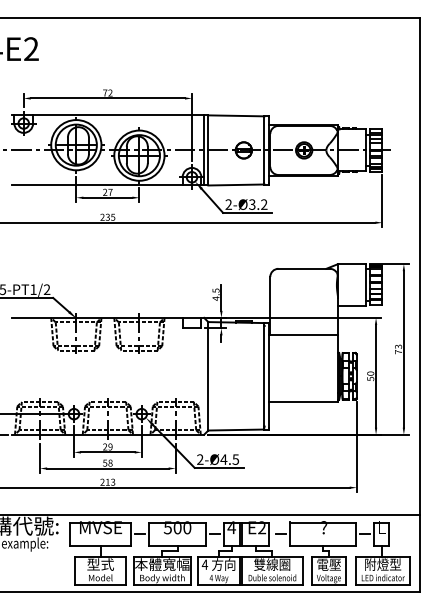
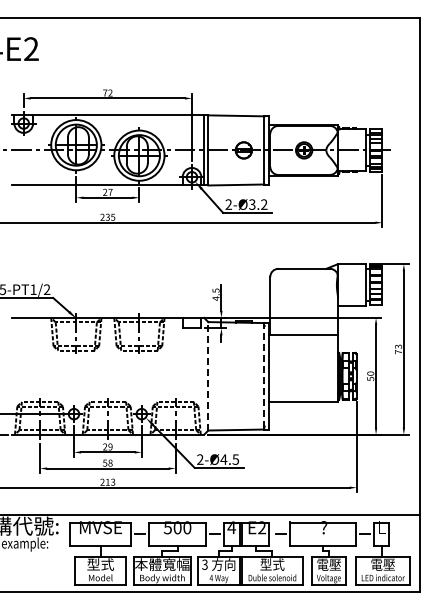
line at (208, 375): solid -> dashed
line at (264, 375): solid -> dashed
text at (204, 564): 4 -> 3
text at (272, 564): 雙線圈 -> 型式
text at (383, 564): 附燈型 -> 電壓
